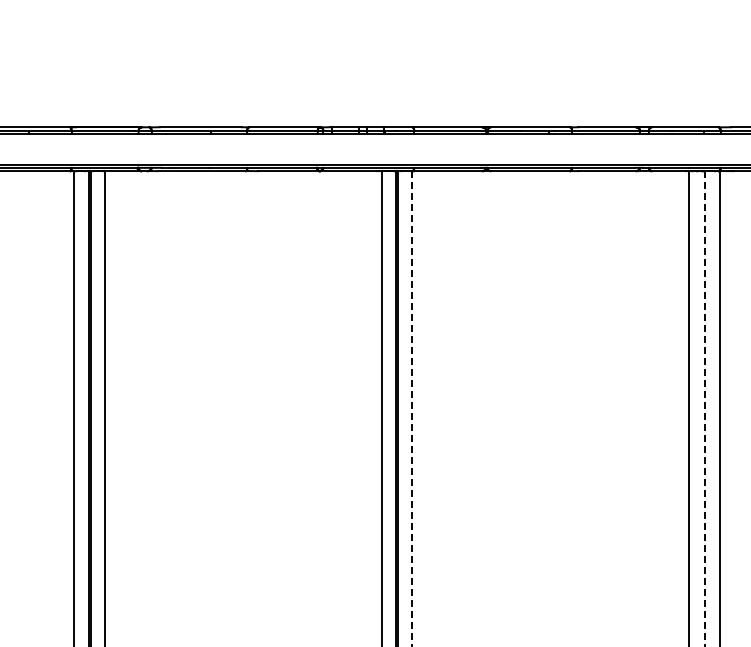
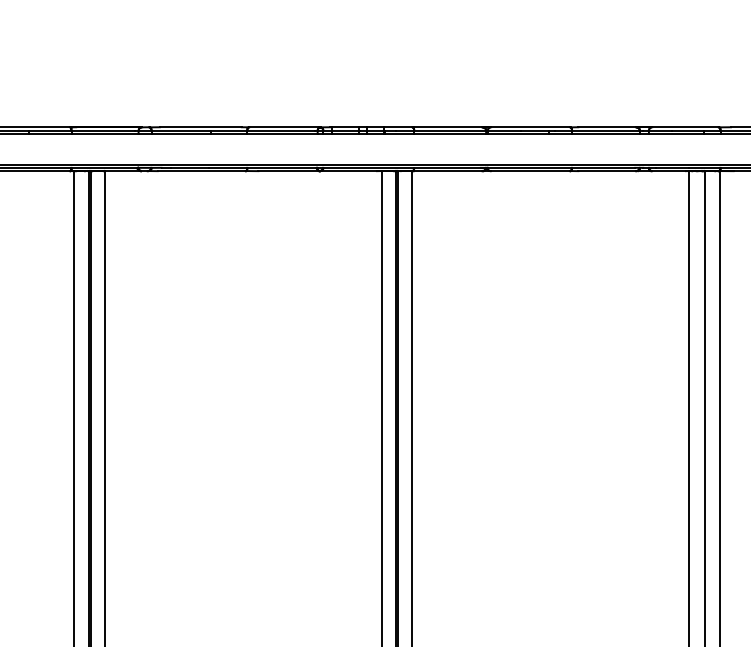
line at (412, 408): dashed -> solid
line at (705, 408): dashed -> solid
